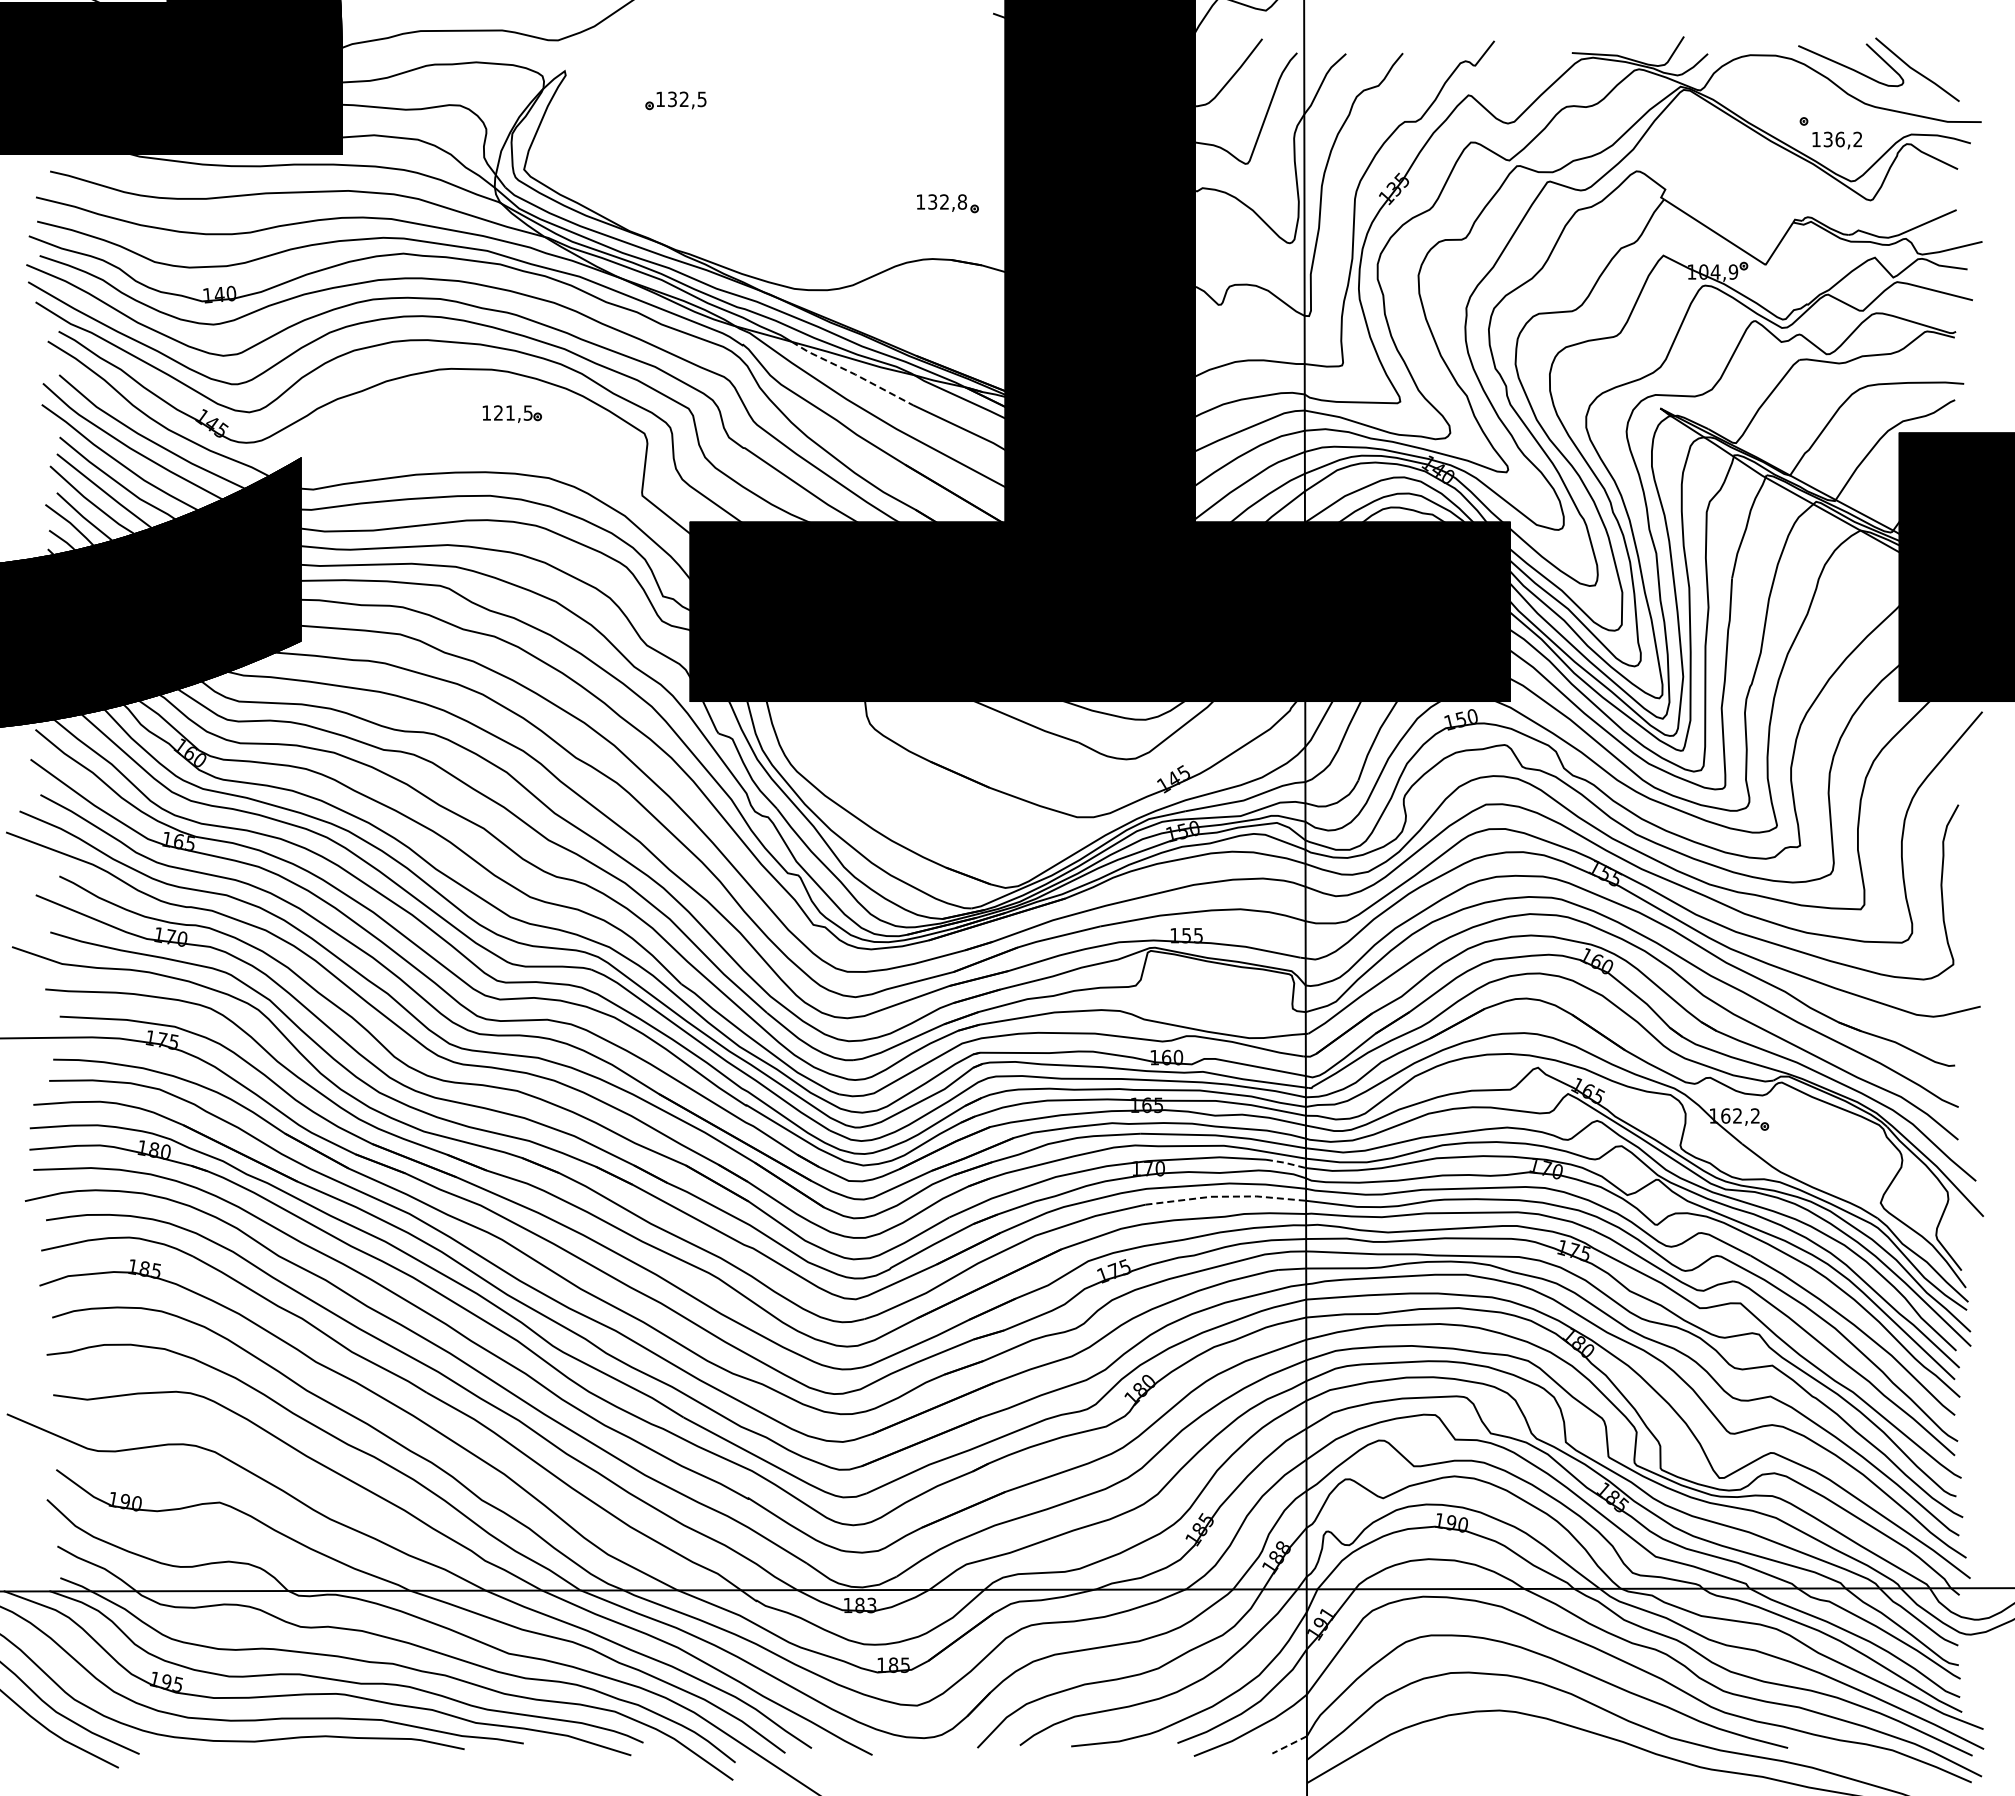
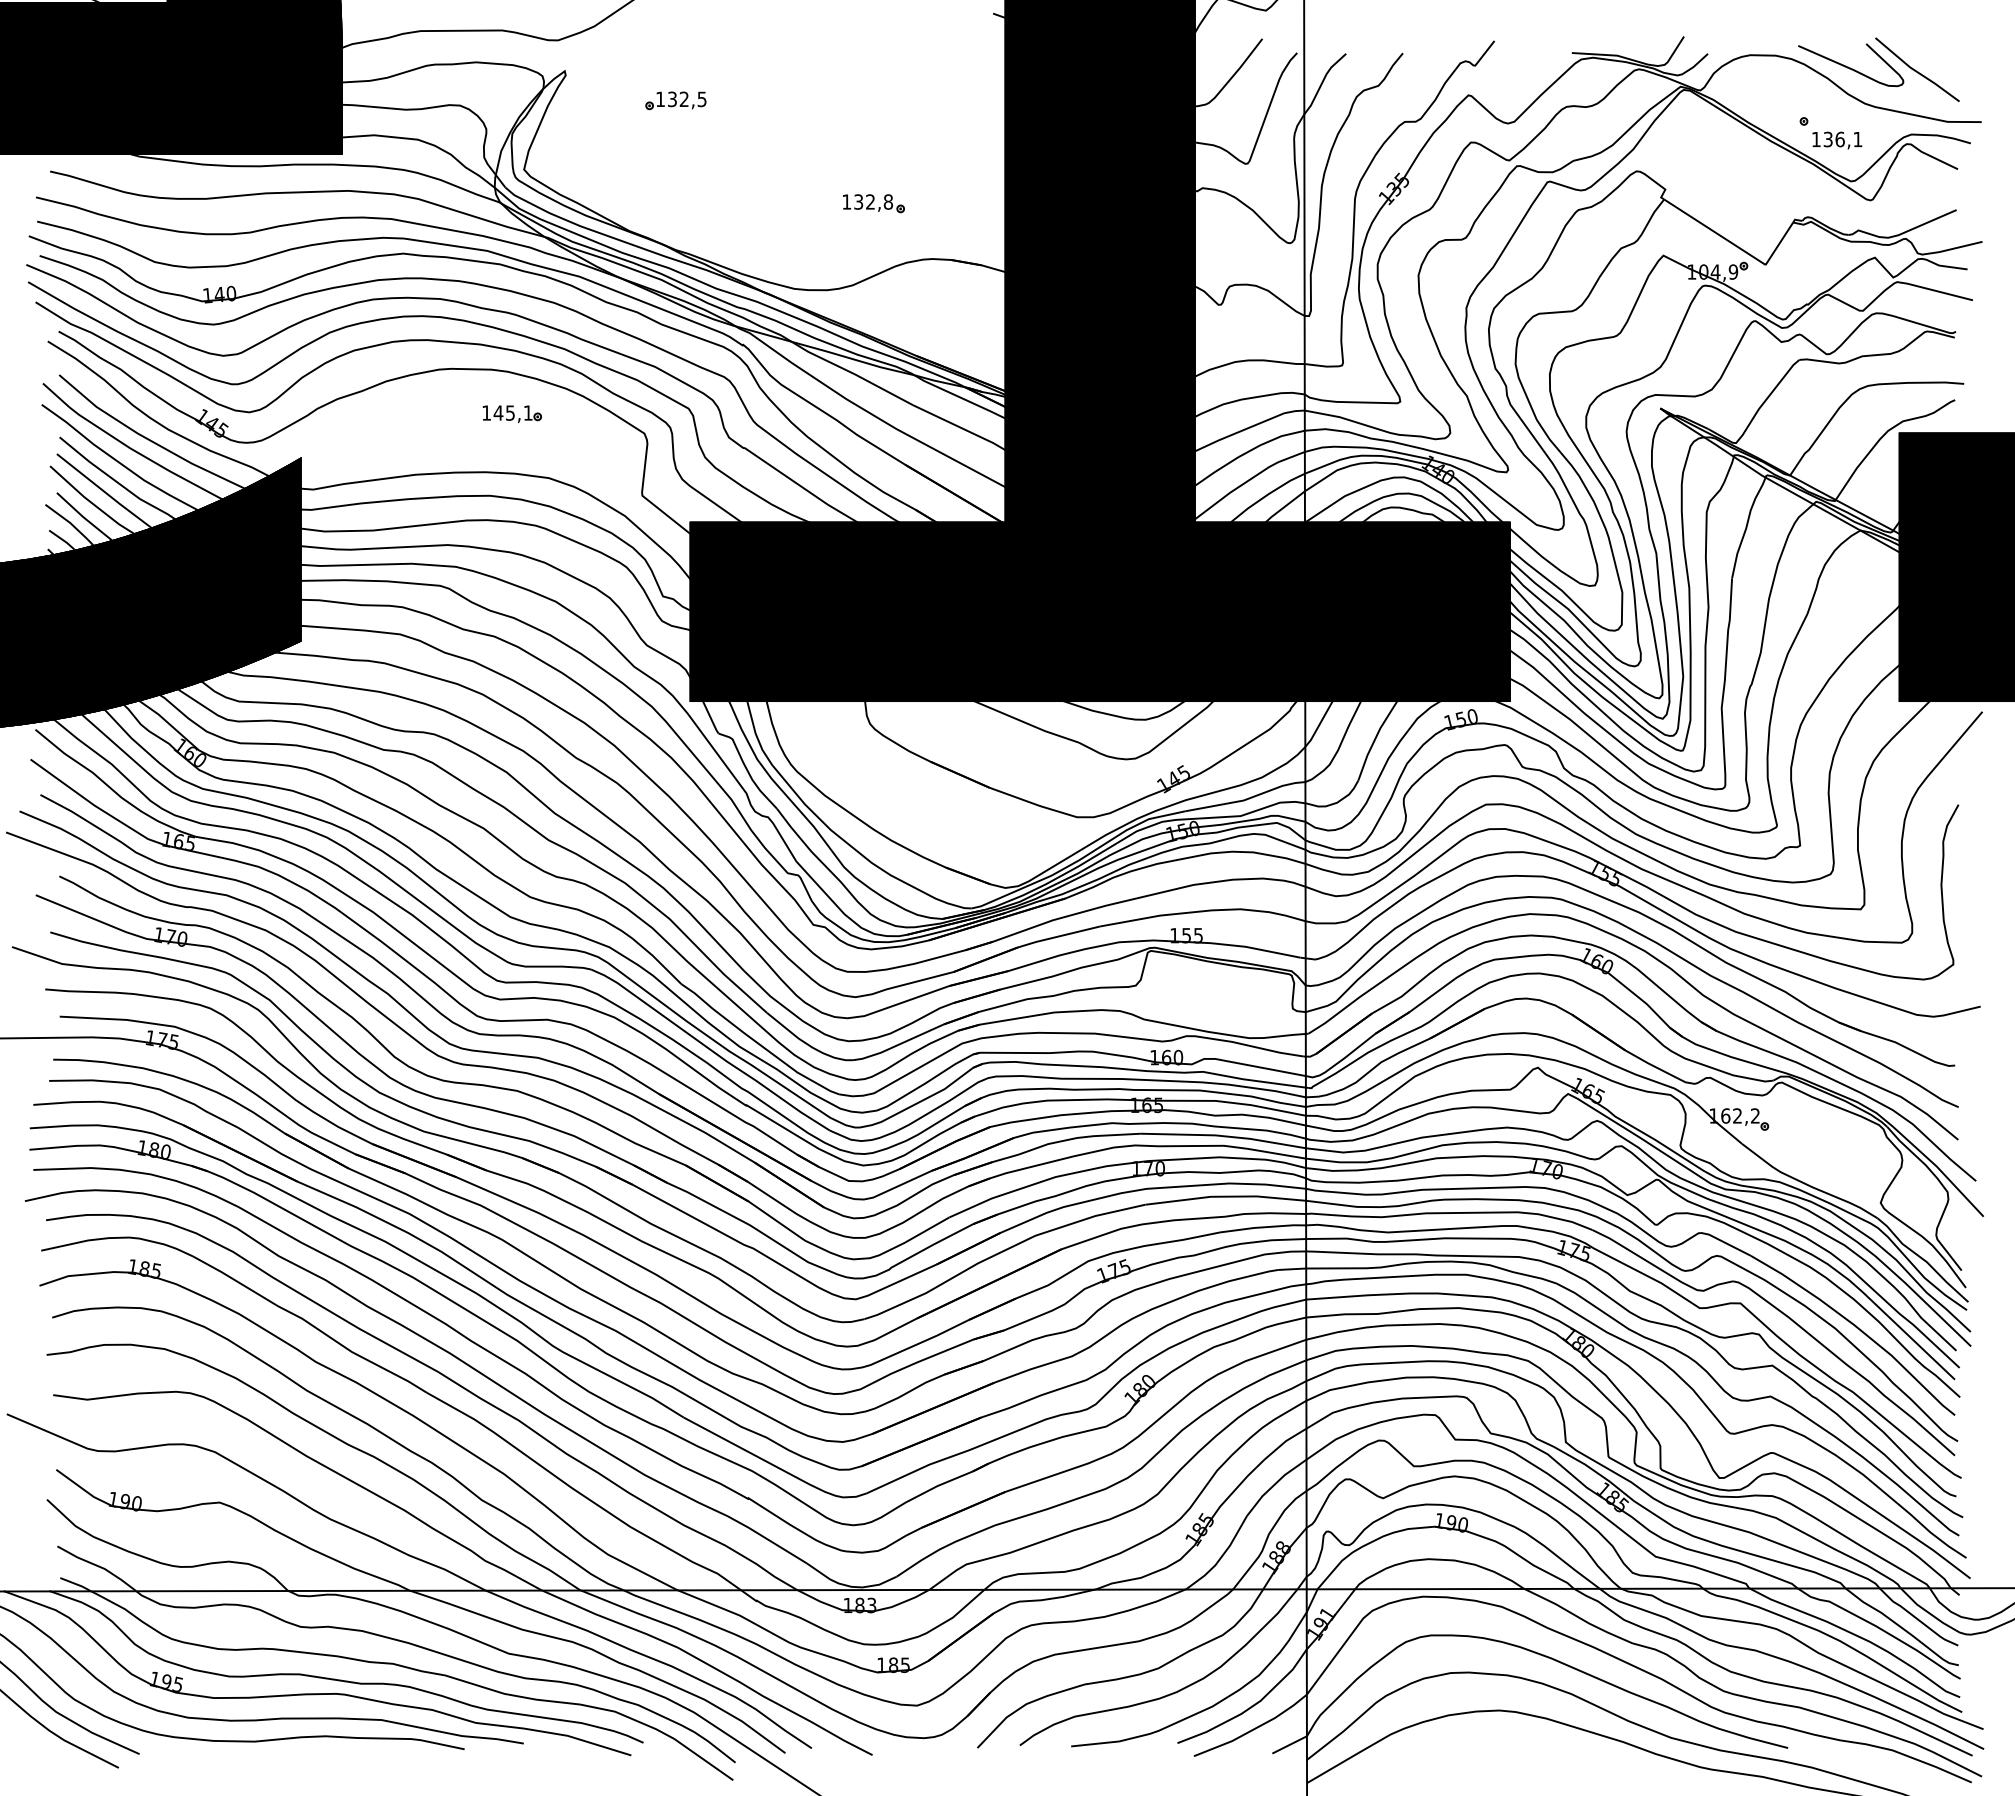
text at (1857, 138): 136,2 -> 136,1
part at (947, 203) position: (947, 203) -> (873, 203)
line at (852, 373): dashed -> solid
text at (512, 412): 121,5 -> 145,1
line at (1286, 1163): dashed -> solid
line at (1225, 1196): dashed -> solid
line at (1289, 1745): dashed -> solid
